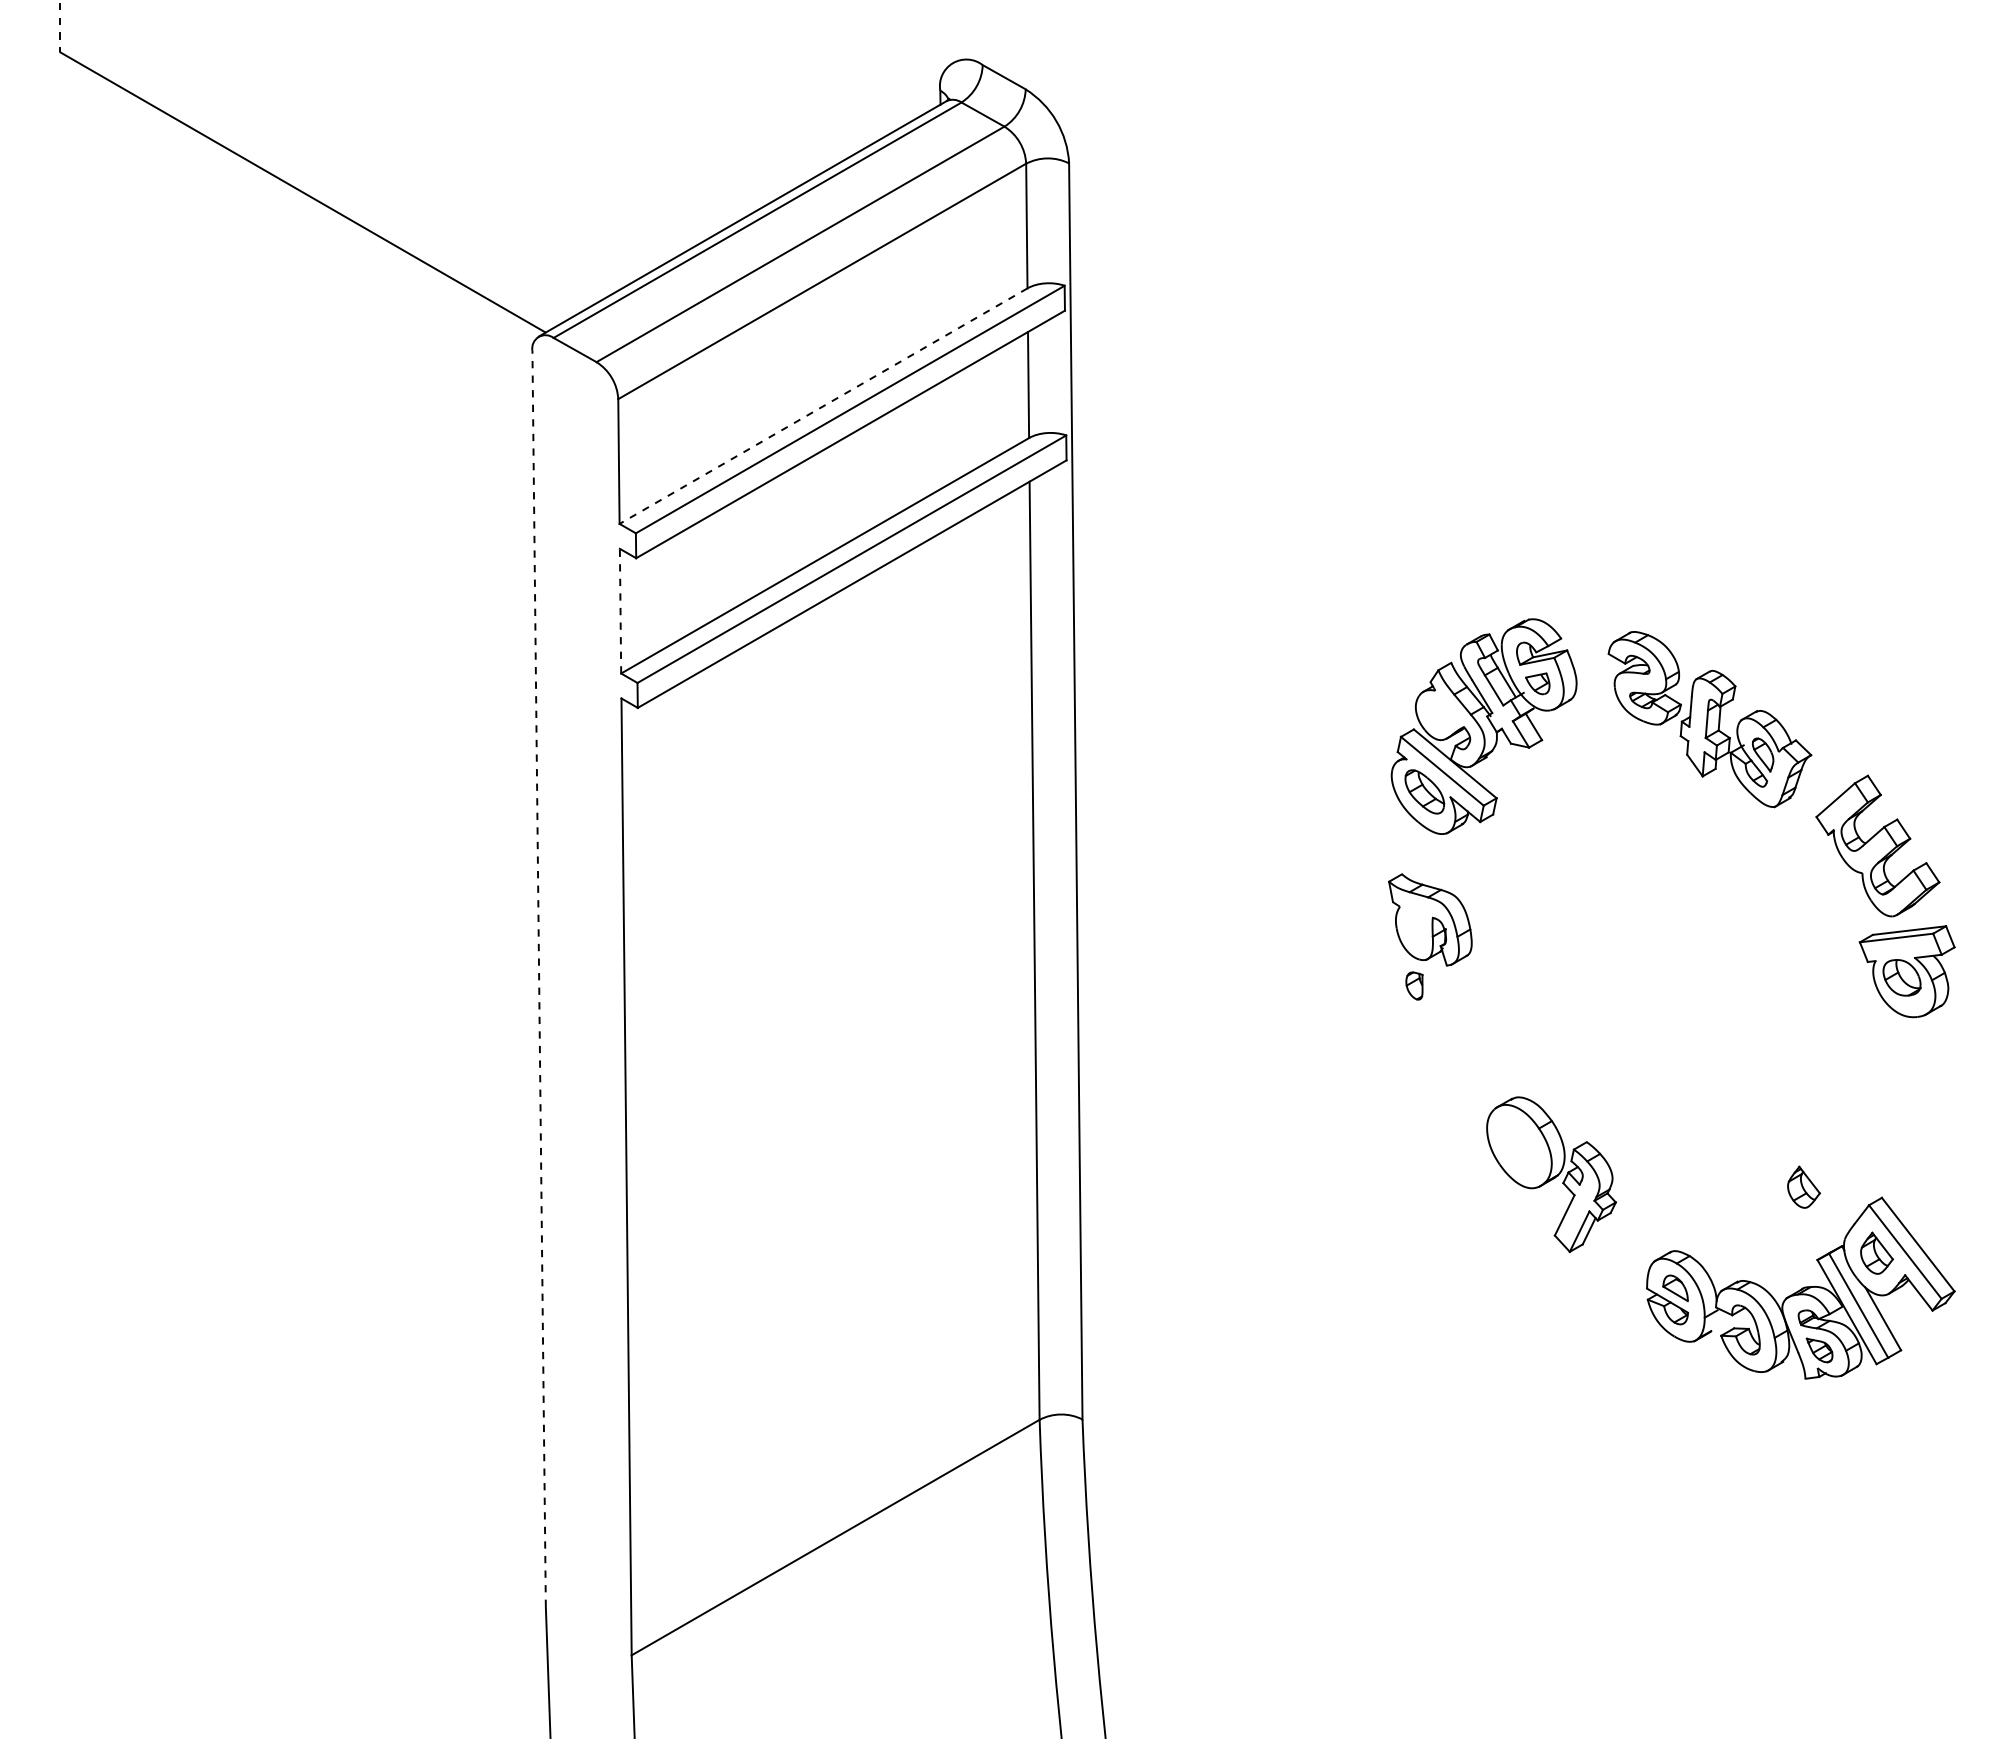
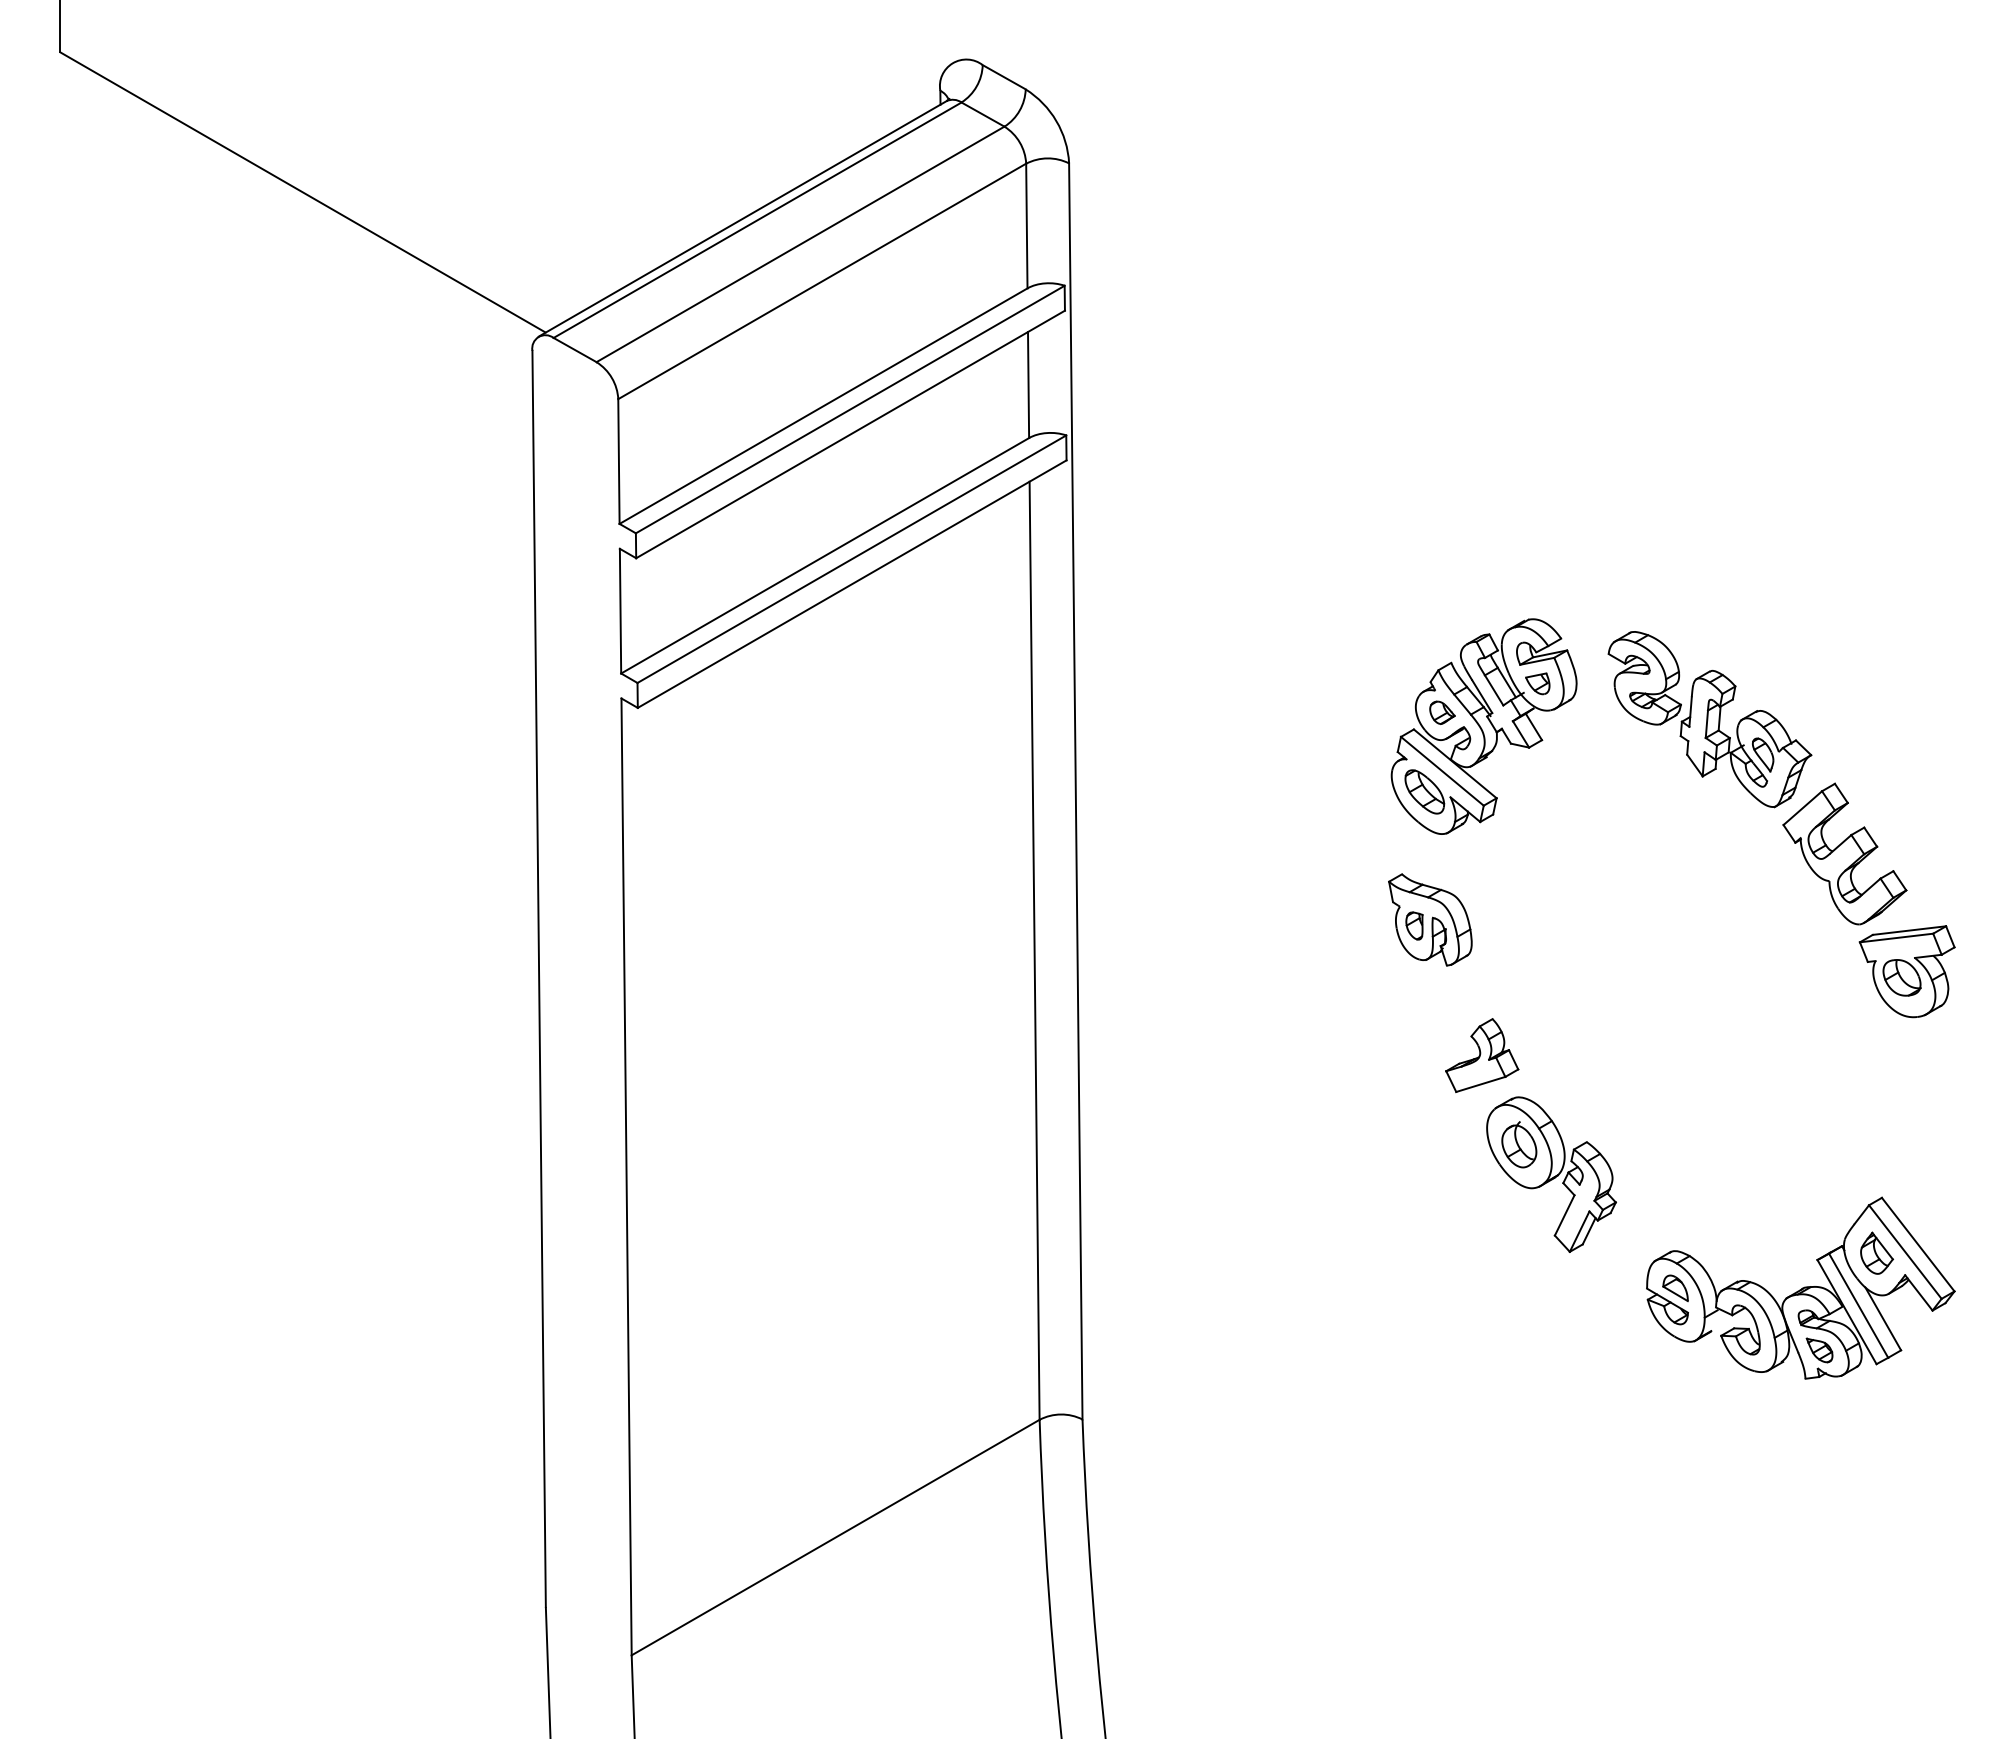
line at (60, 26): dashed -> solid
line at (823, 406): dashed -> solid
line at (620, 610): dashed -> solid
part at (1442, 712): none -> present
part at (1877, 845) position: (1877, 845) -> (1844, 853)
line at (539, 978): dashed -> solid
part at (1414, 985) position: (1414, 985) -> (1414, 925)
part at (1482, 1055): none -> present
part at (1519, 1144): none -> present
part at (1803, 1186): present -> none
